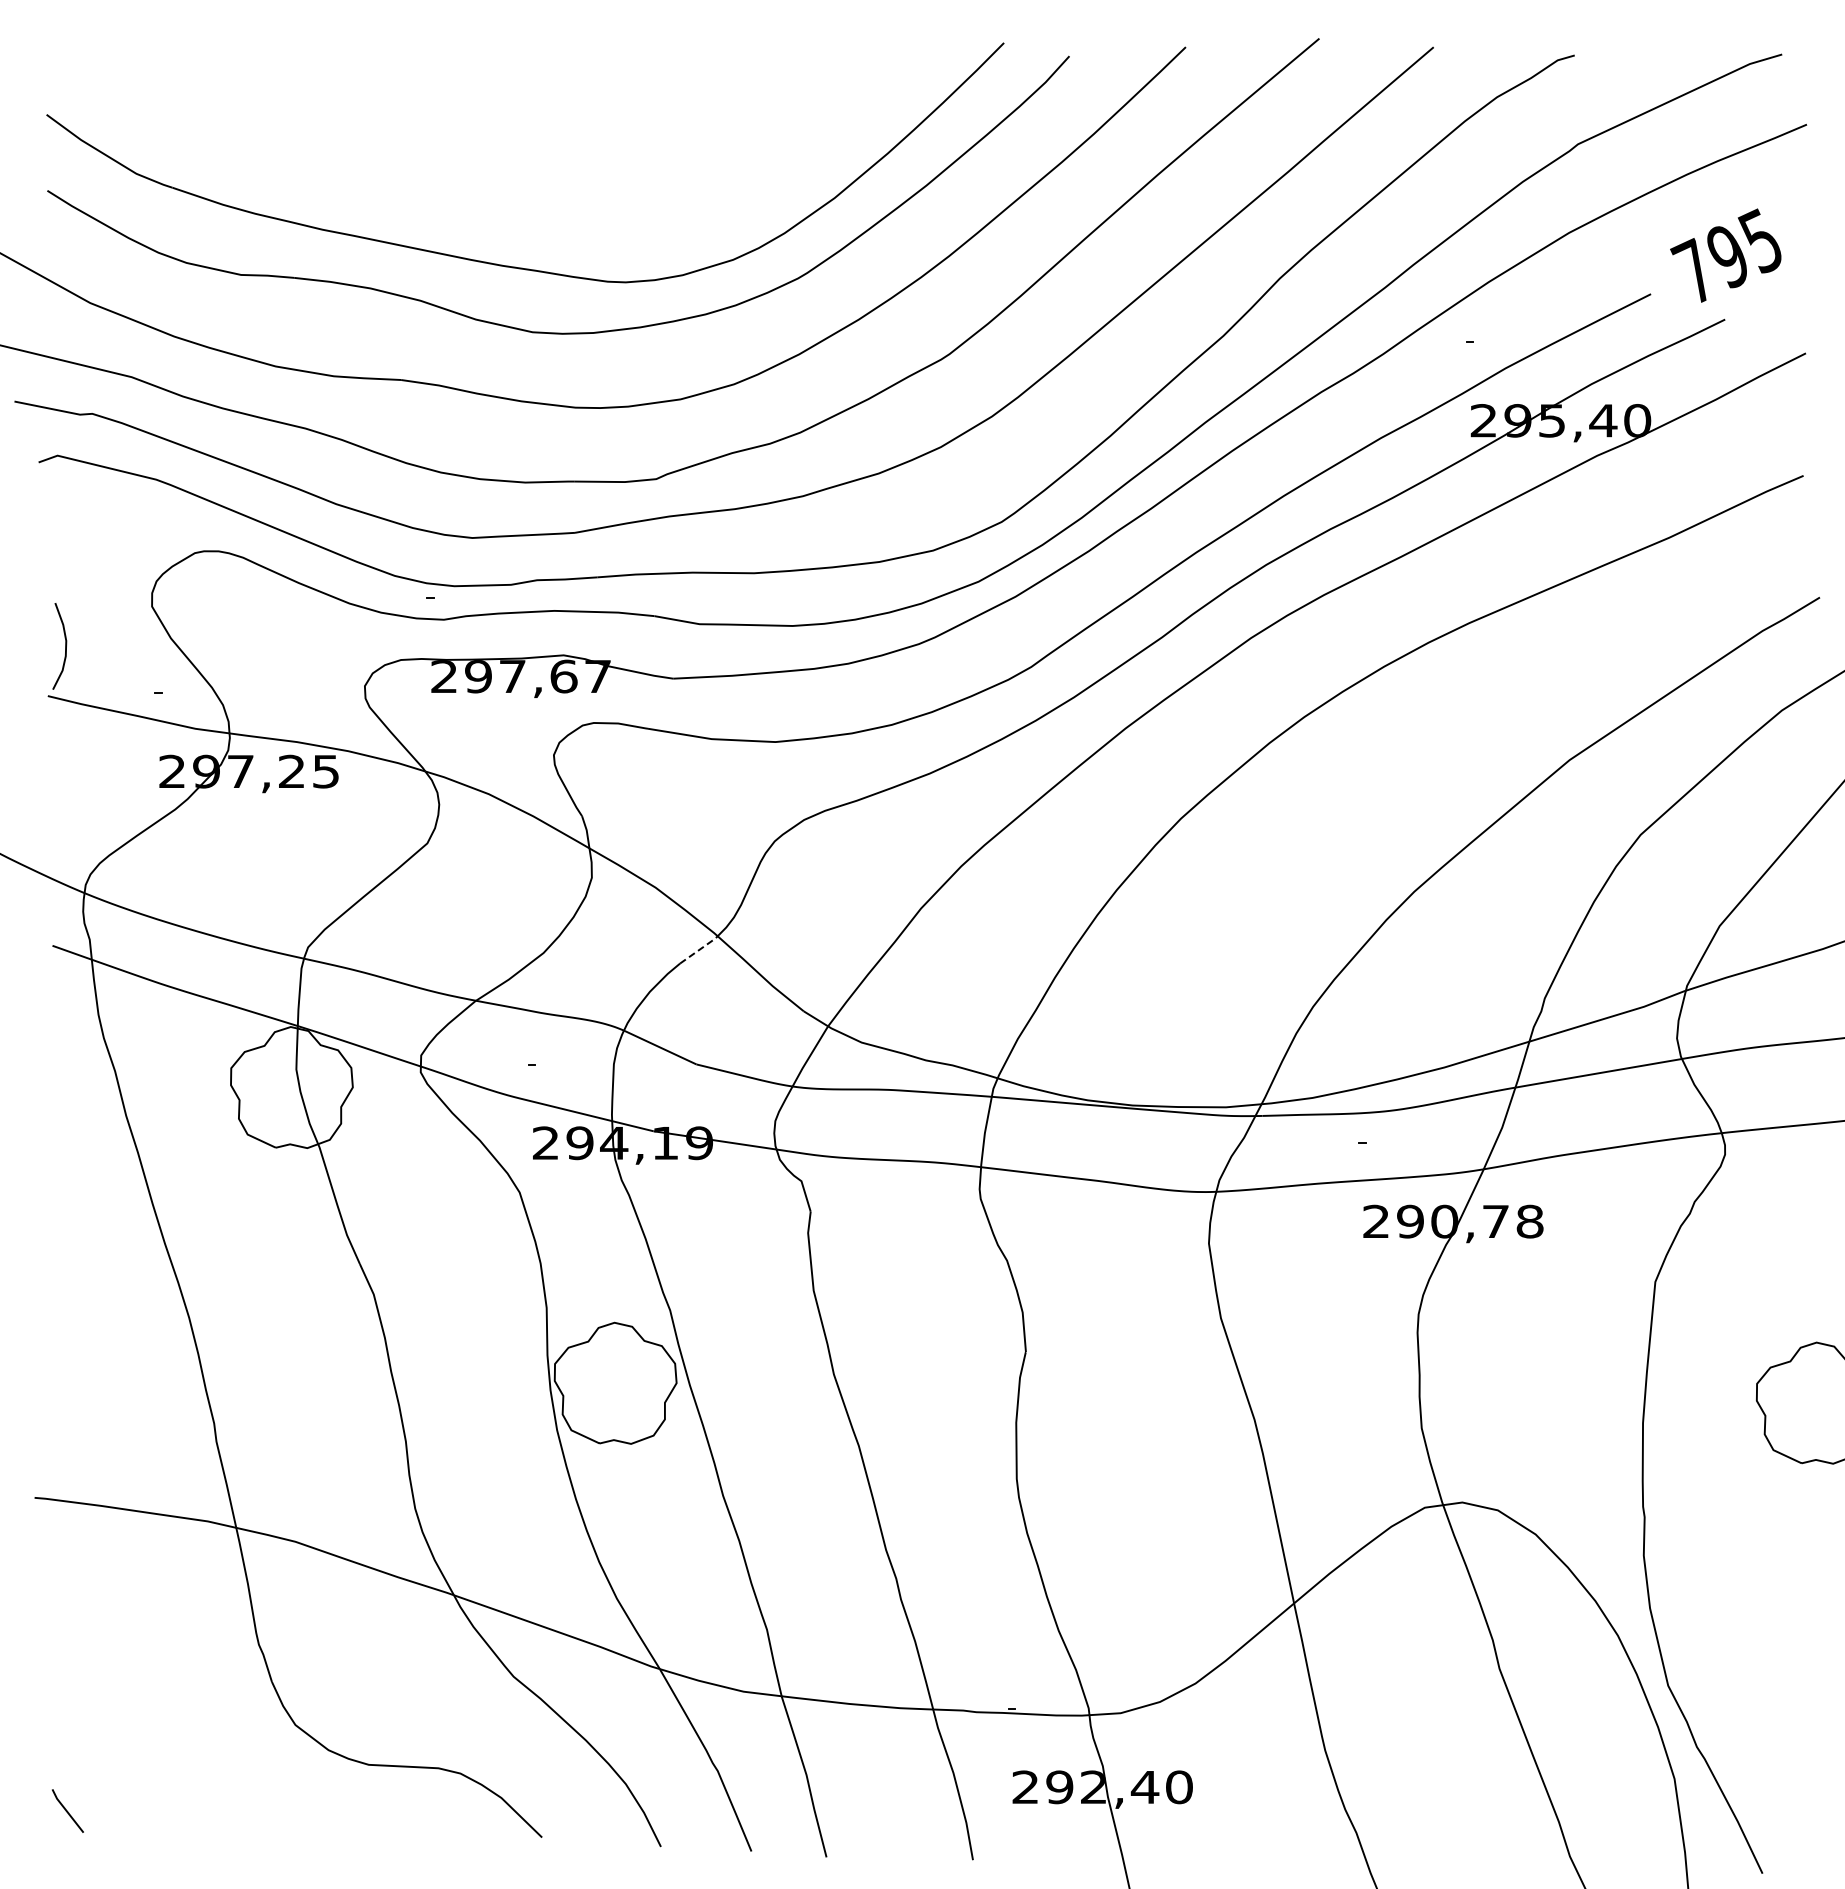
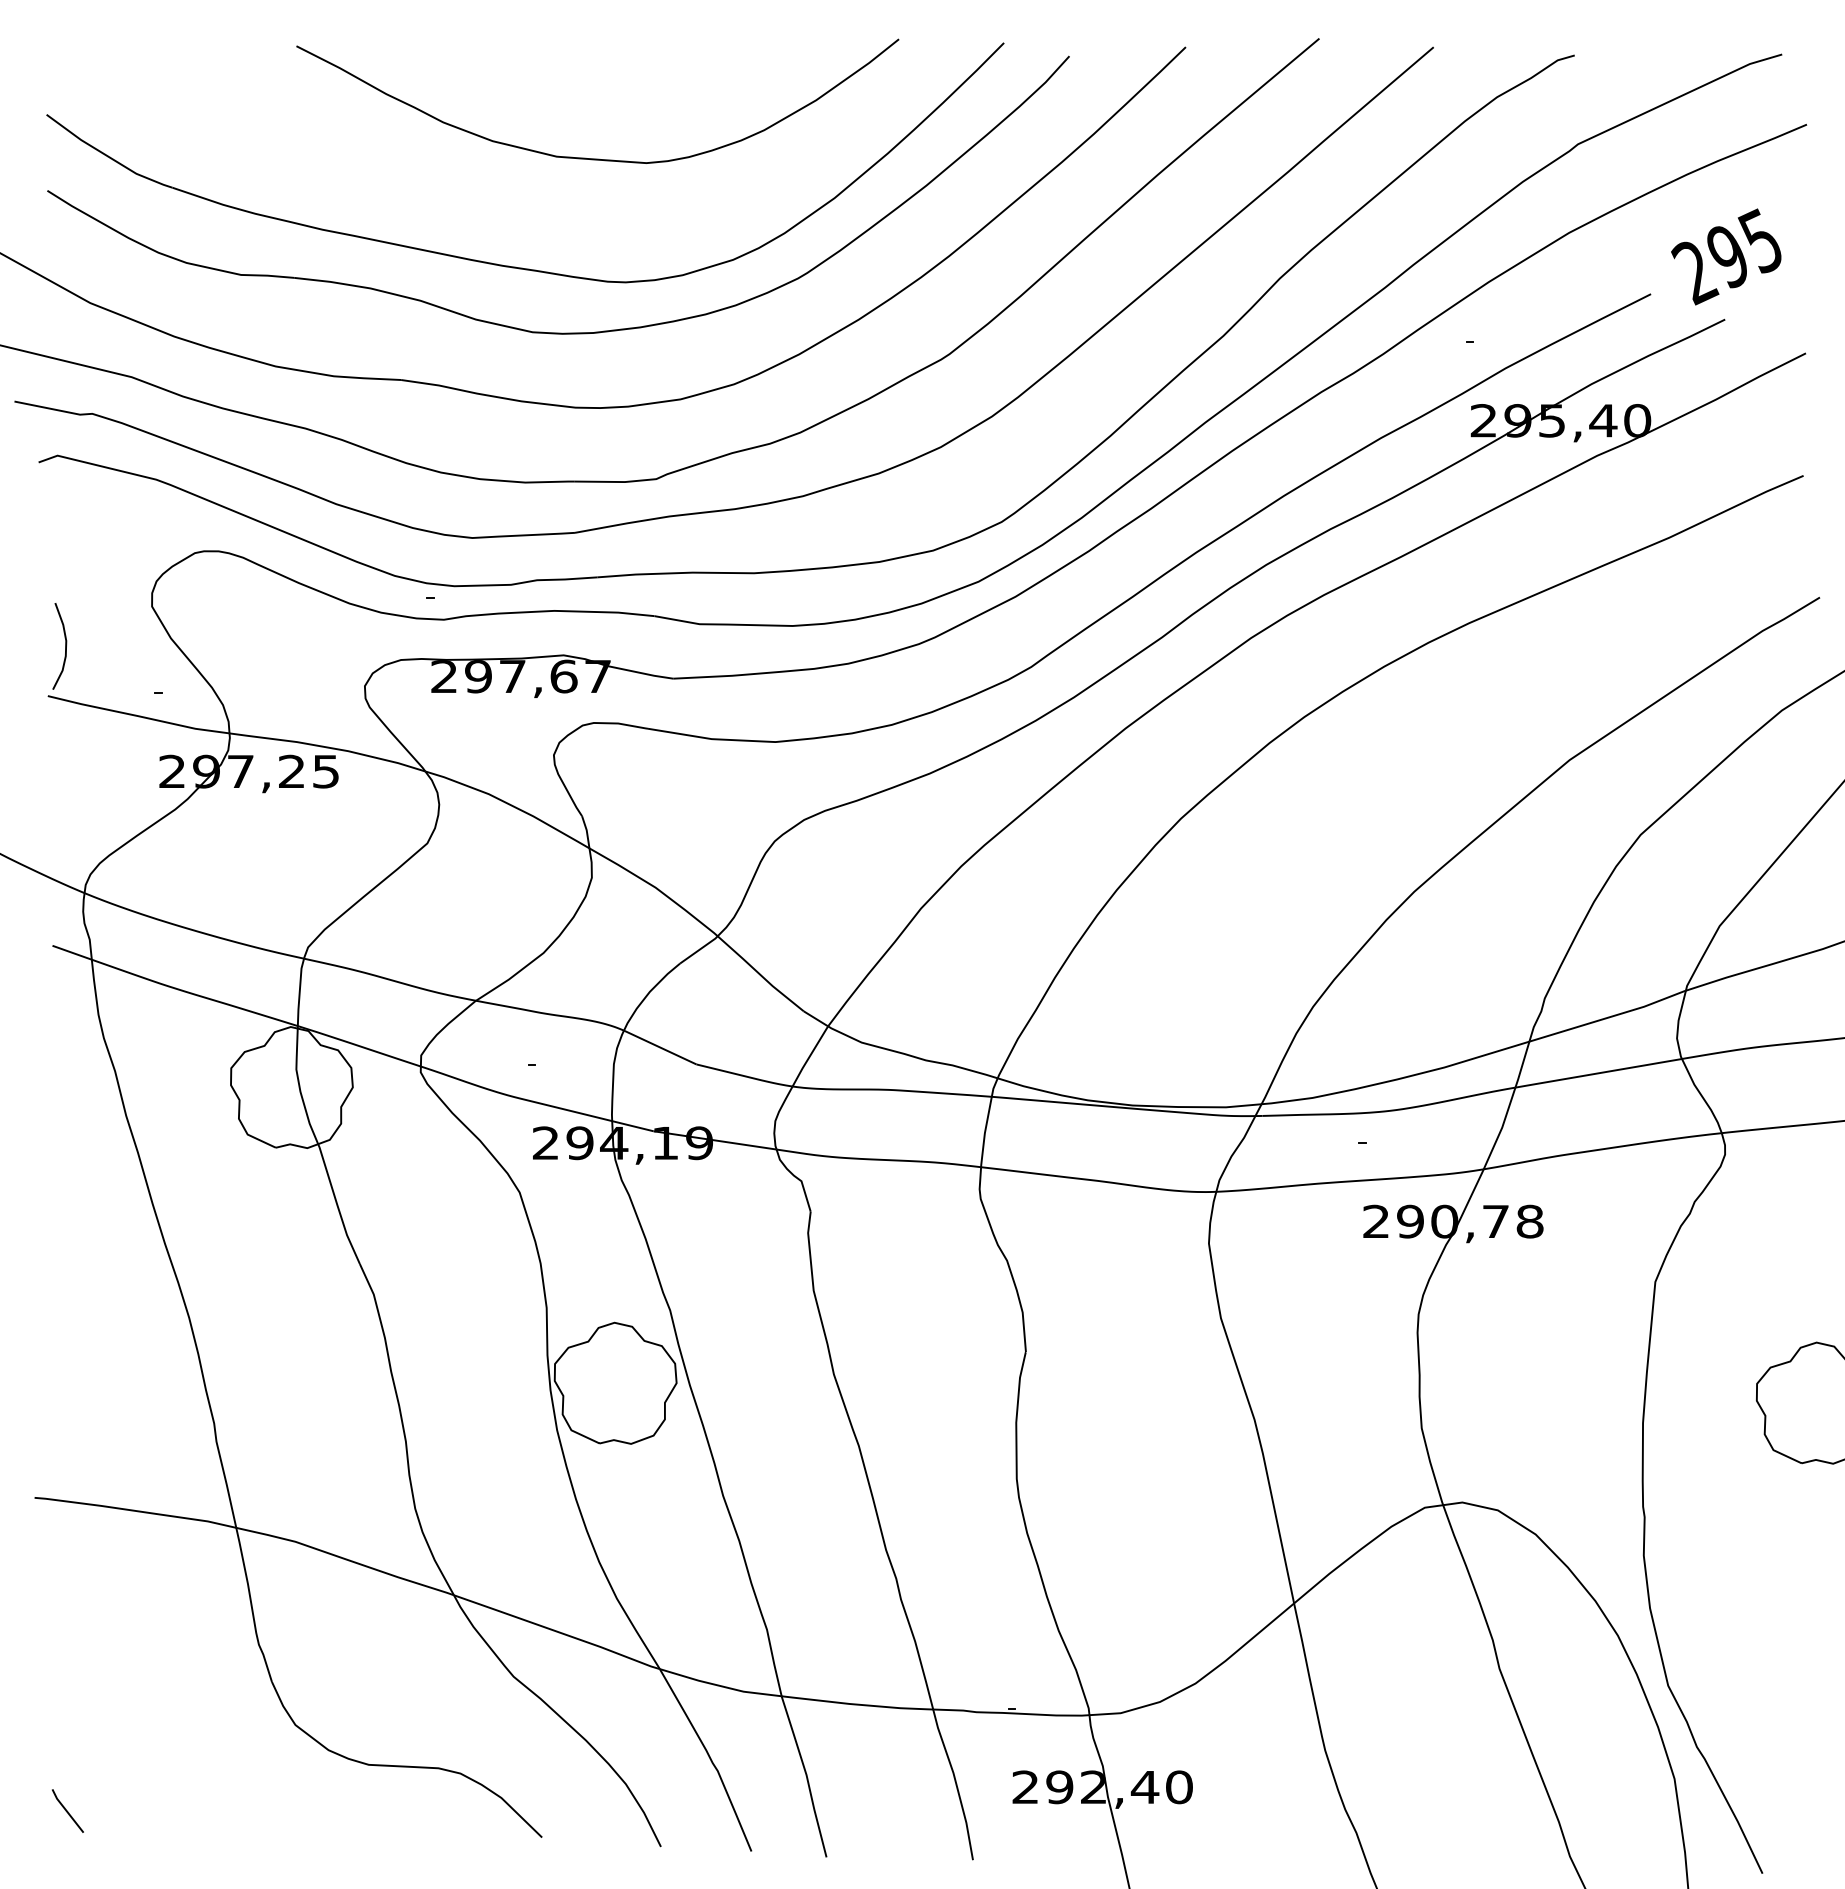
curve at (597, 158): none -> present
text at (1694, 271): 795 -> 295
line at (700, 949): dashed -> solid
